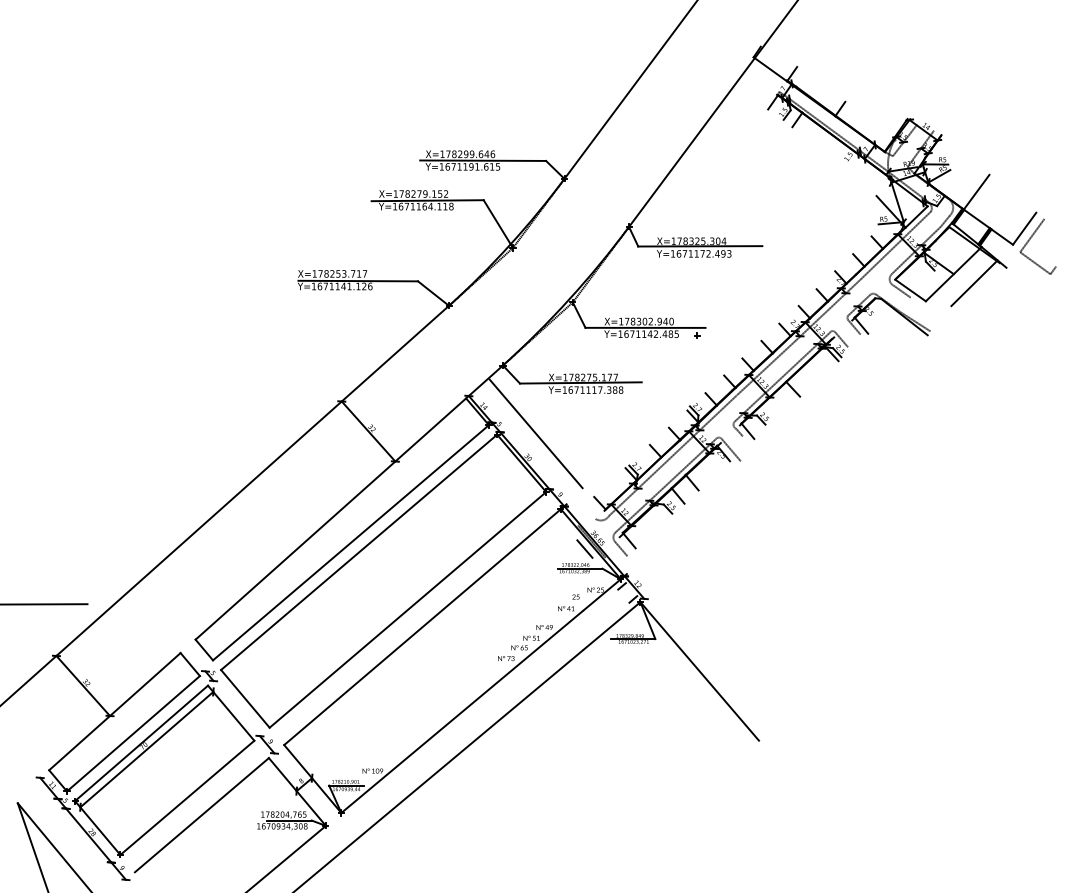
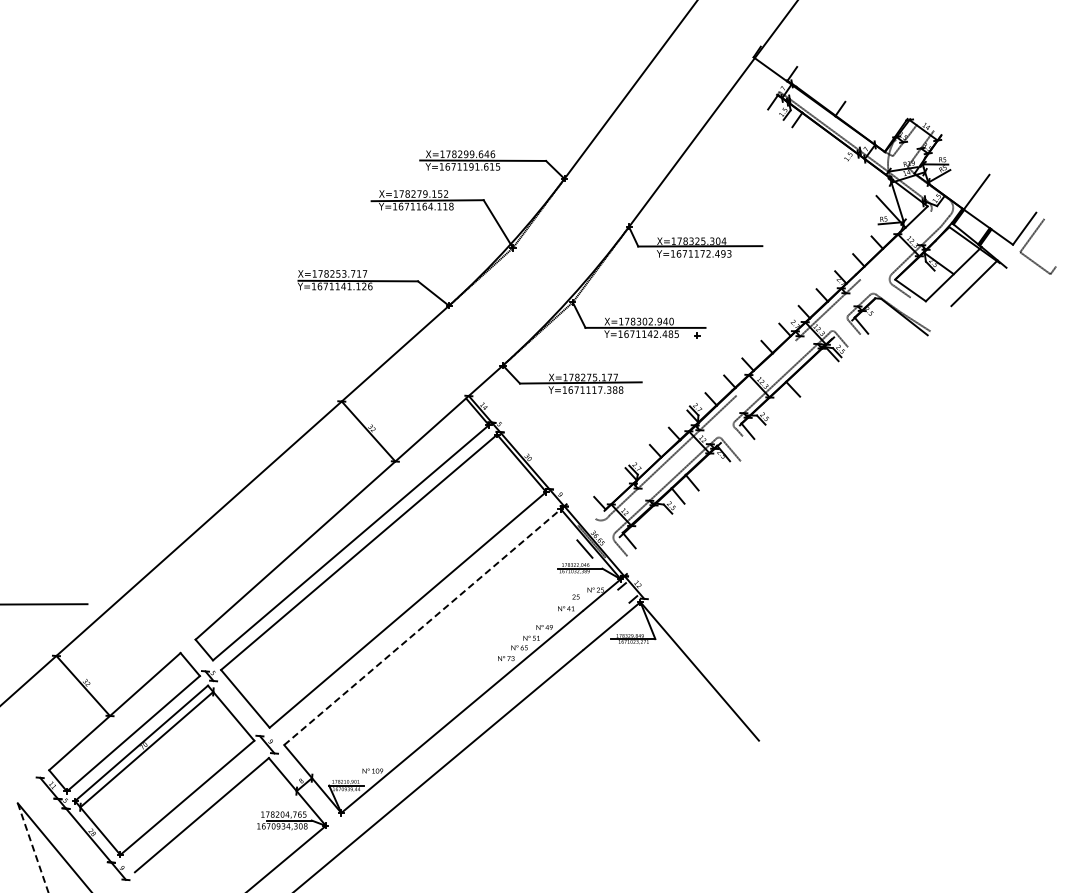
line at (895, 245): present -> none
line at (765, 367): present -> none
line at (535, 433): present -> none
line at (422, 627): solid -> dashed
line at (33, 848): solid -> dashed
